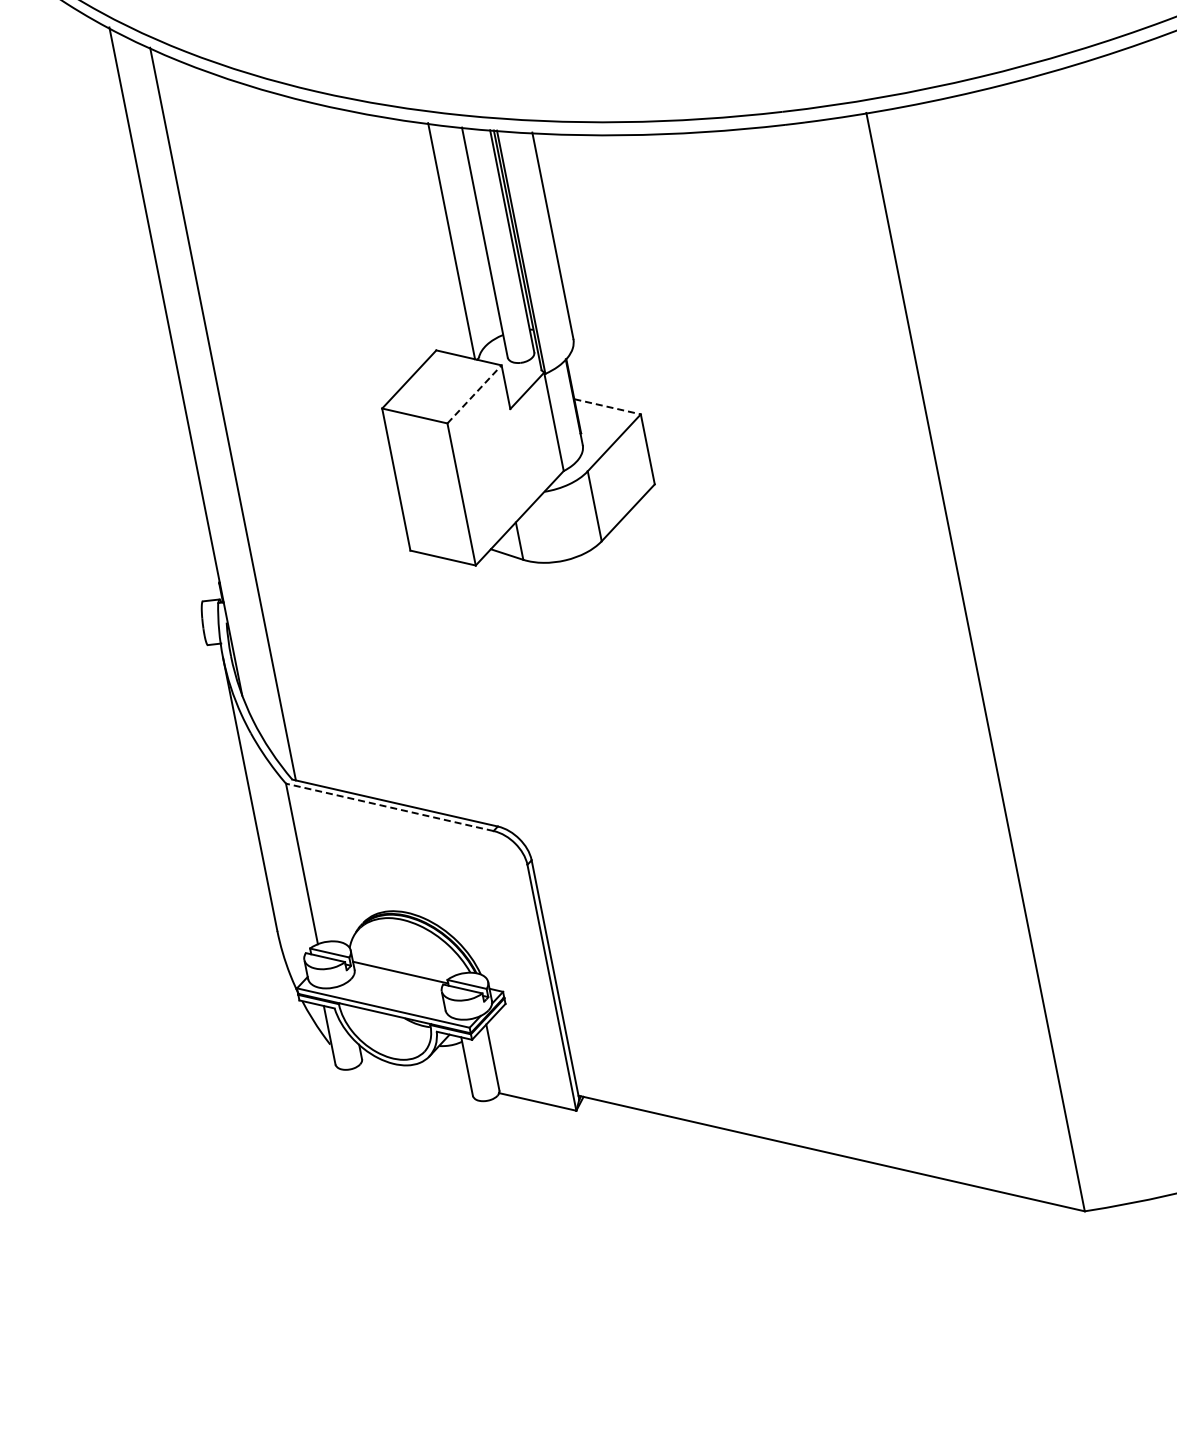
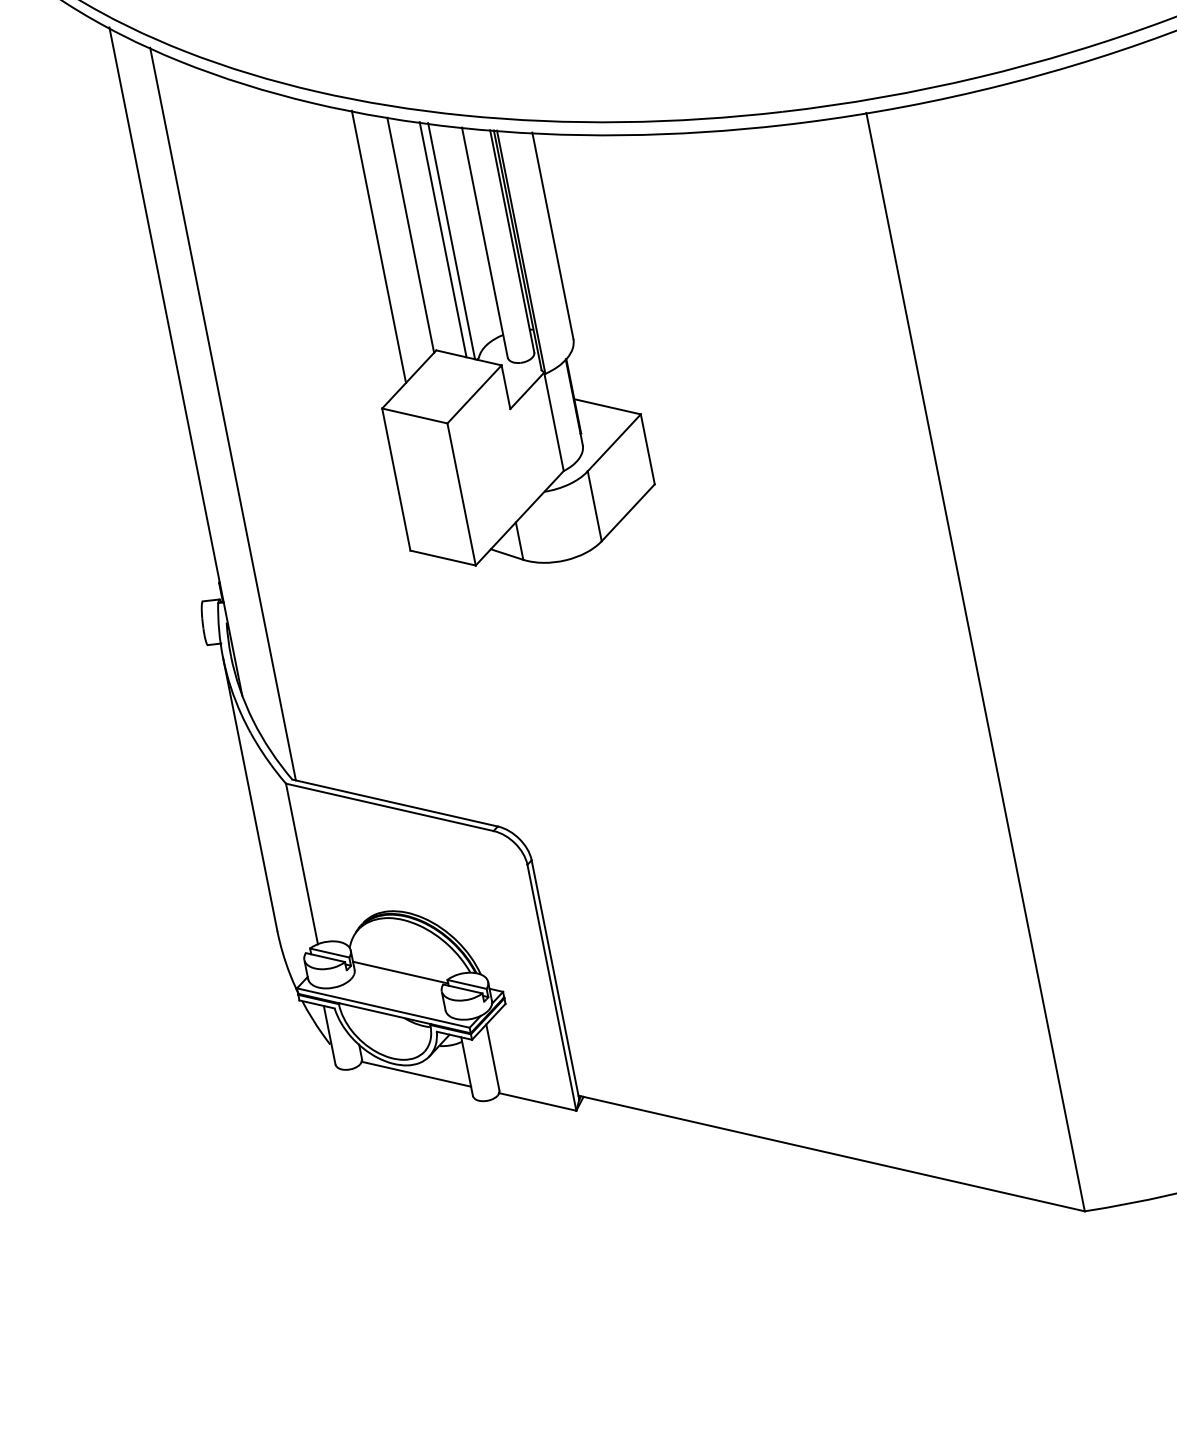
line at (410, 234): none -> present
line at (442, 239): none -> present
line at (378, 246): none -> present
line at (474, 394): dashed -> solid
line at (608, 406): dashed -> solid
line at (389, 807): dashed -> solid
line at (416, 1073): none -> present
